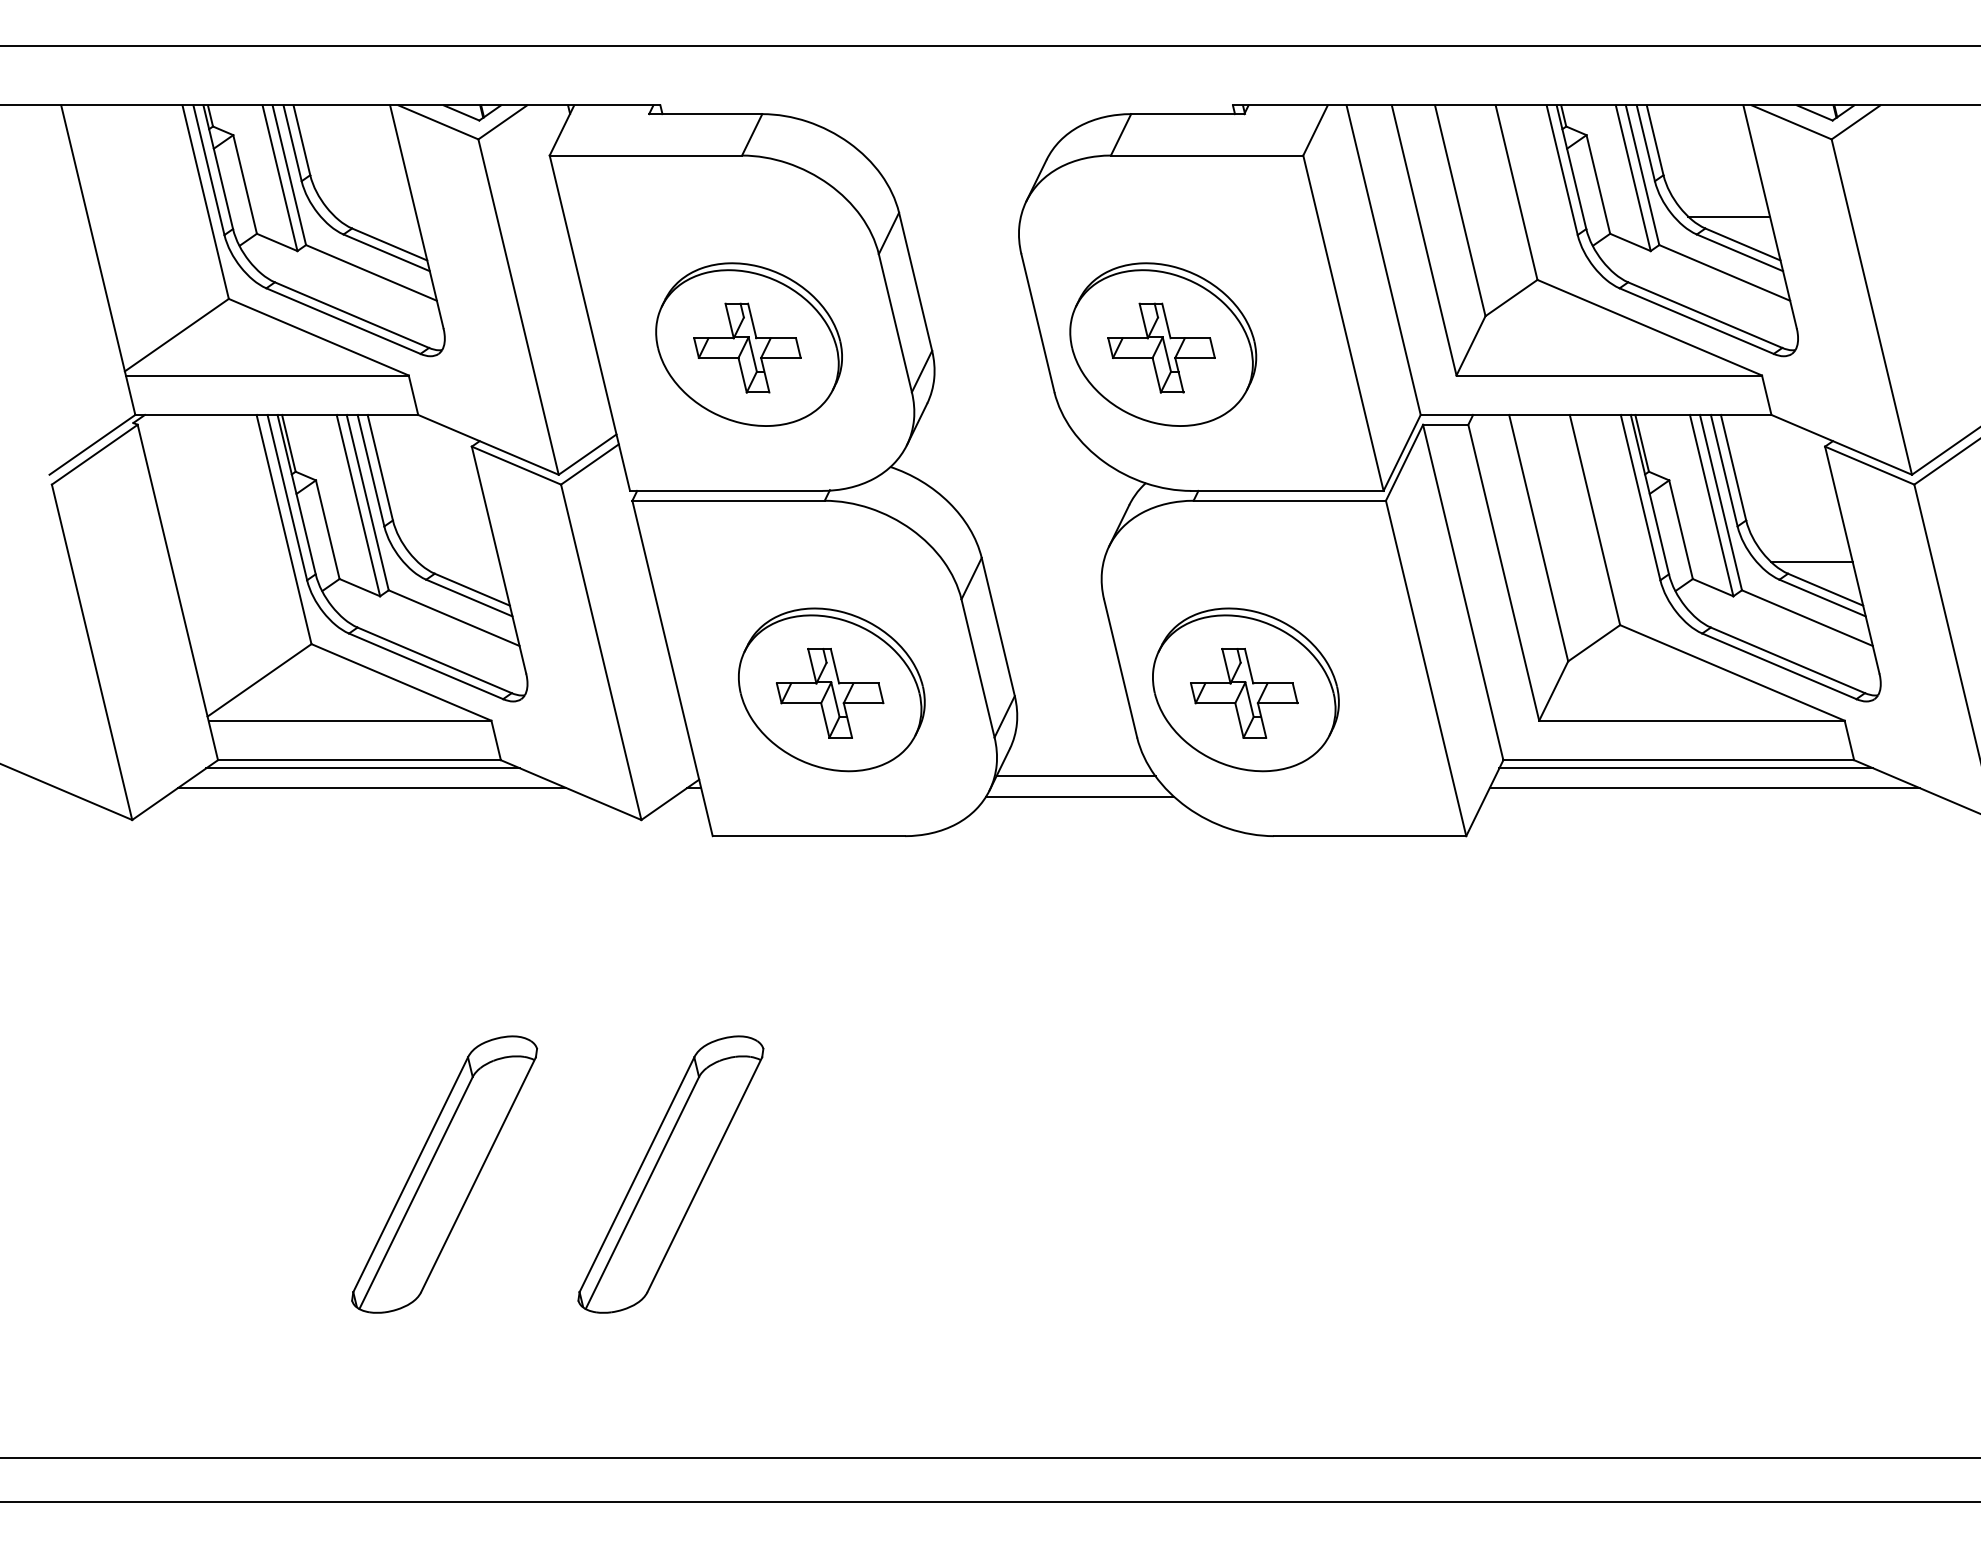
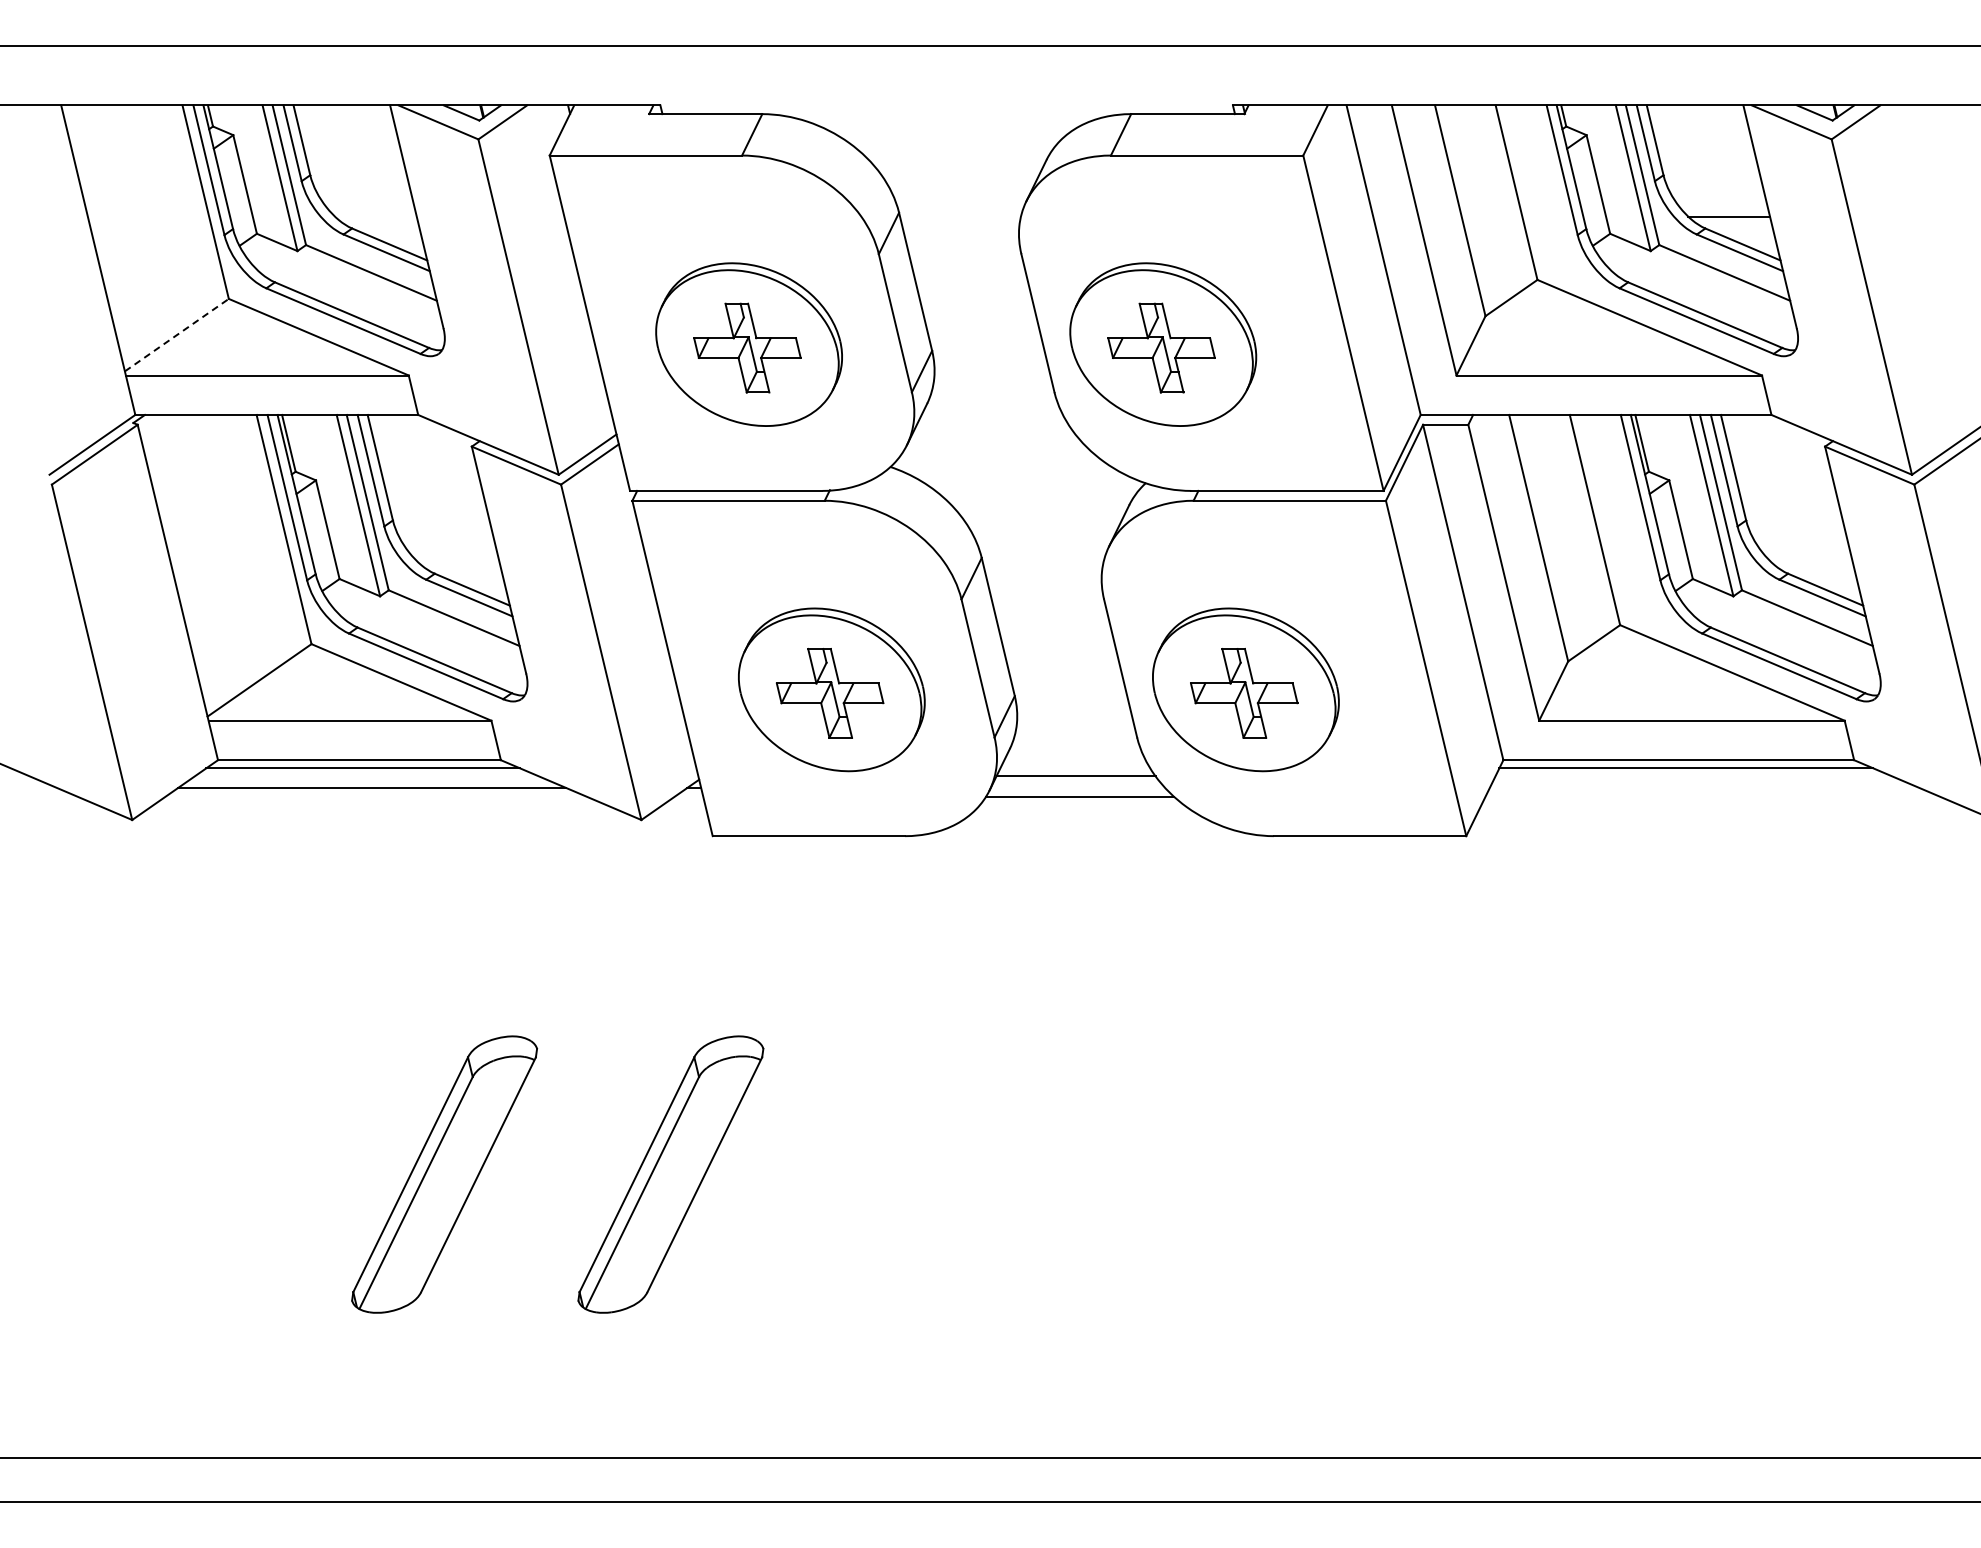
line at (177, 334): solid -> dashed
line at (1811, 561): present -> none
line at (1704, 788): present -> none
